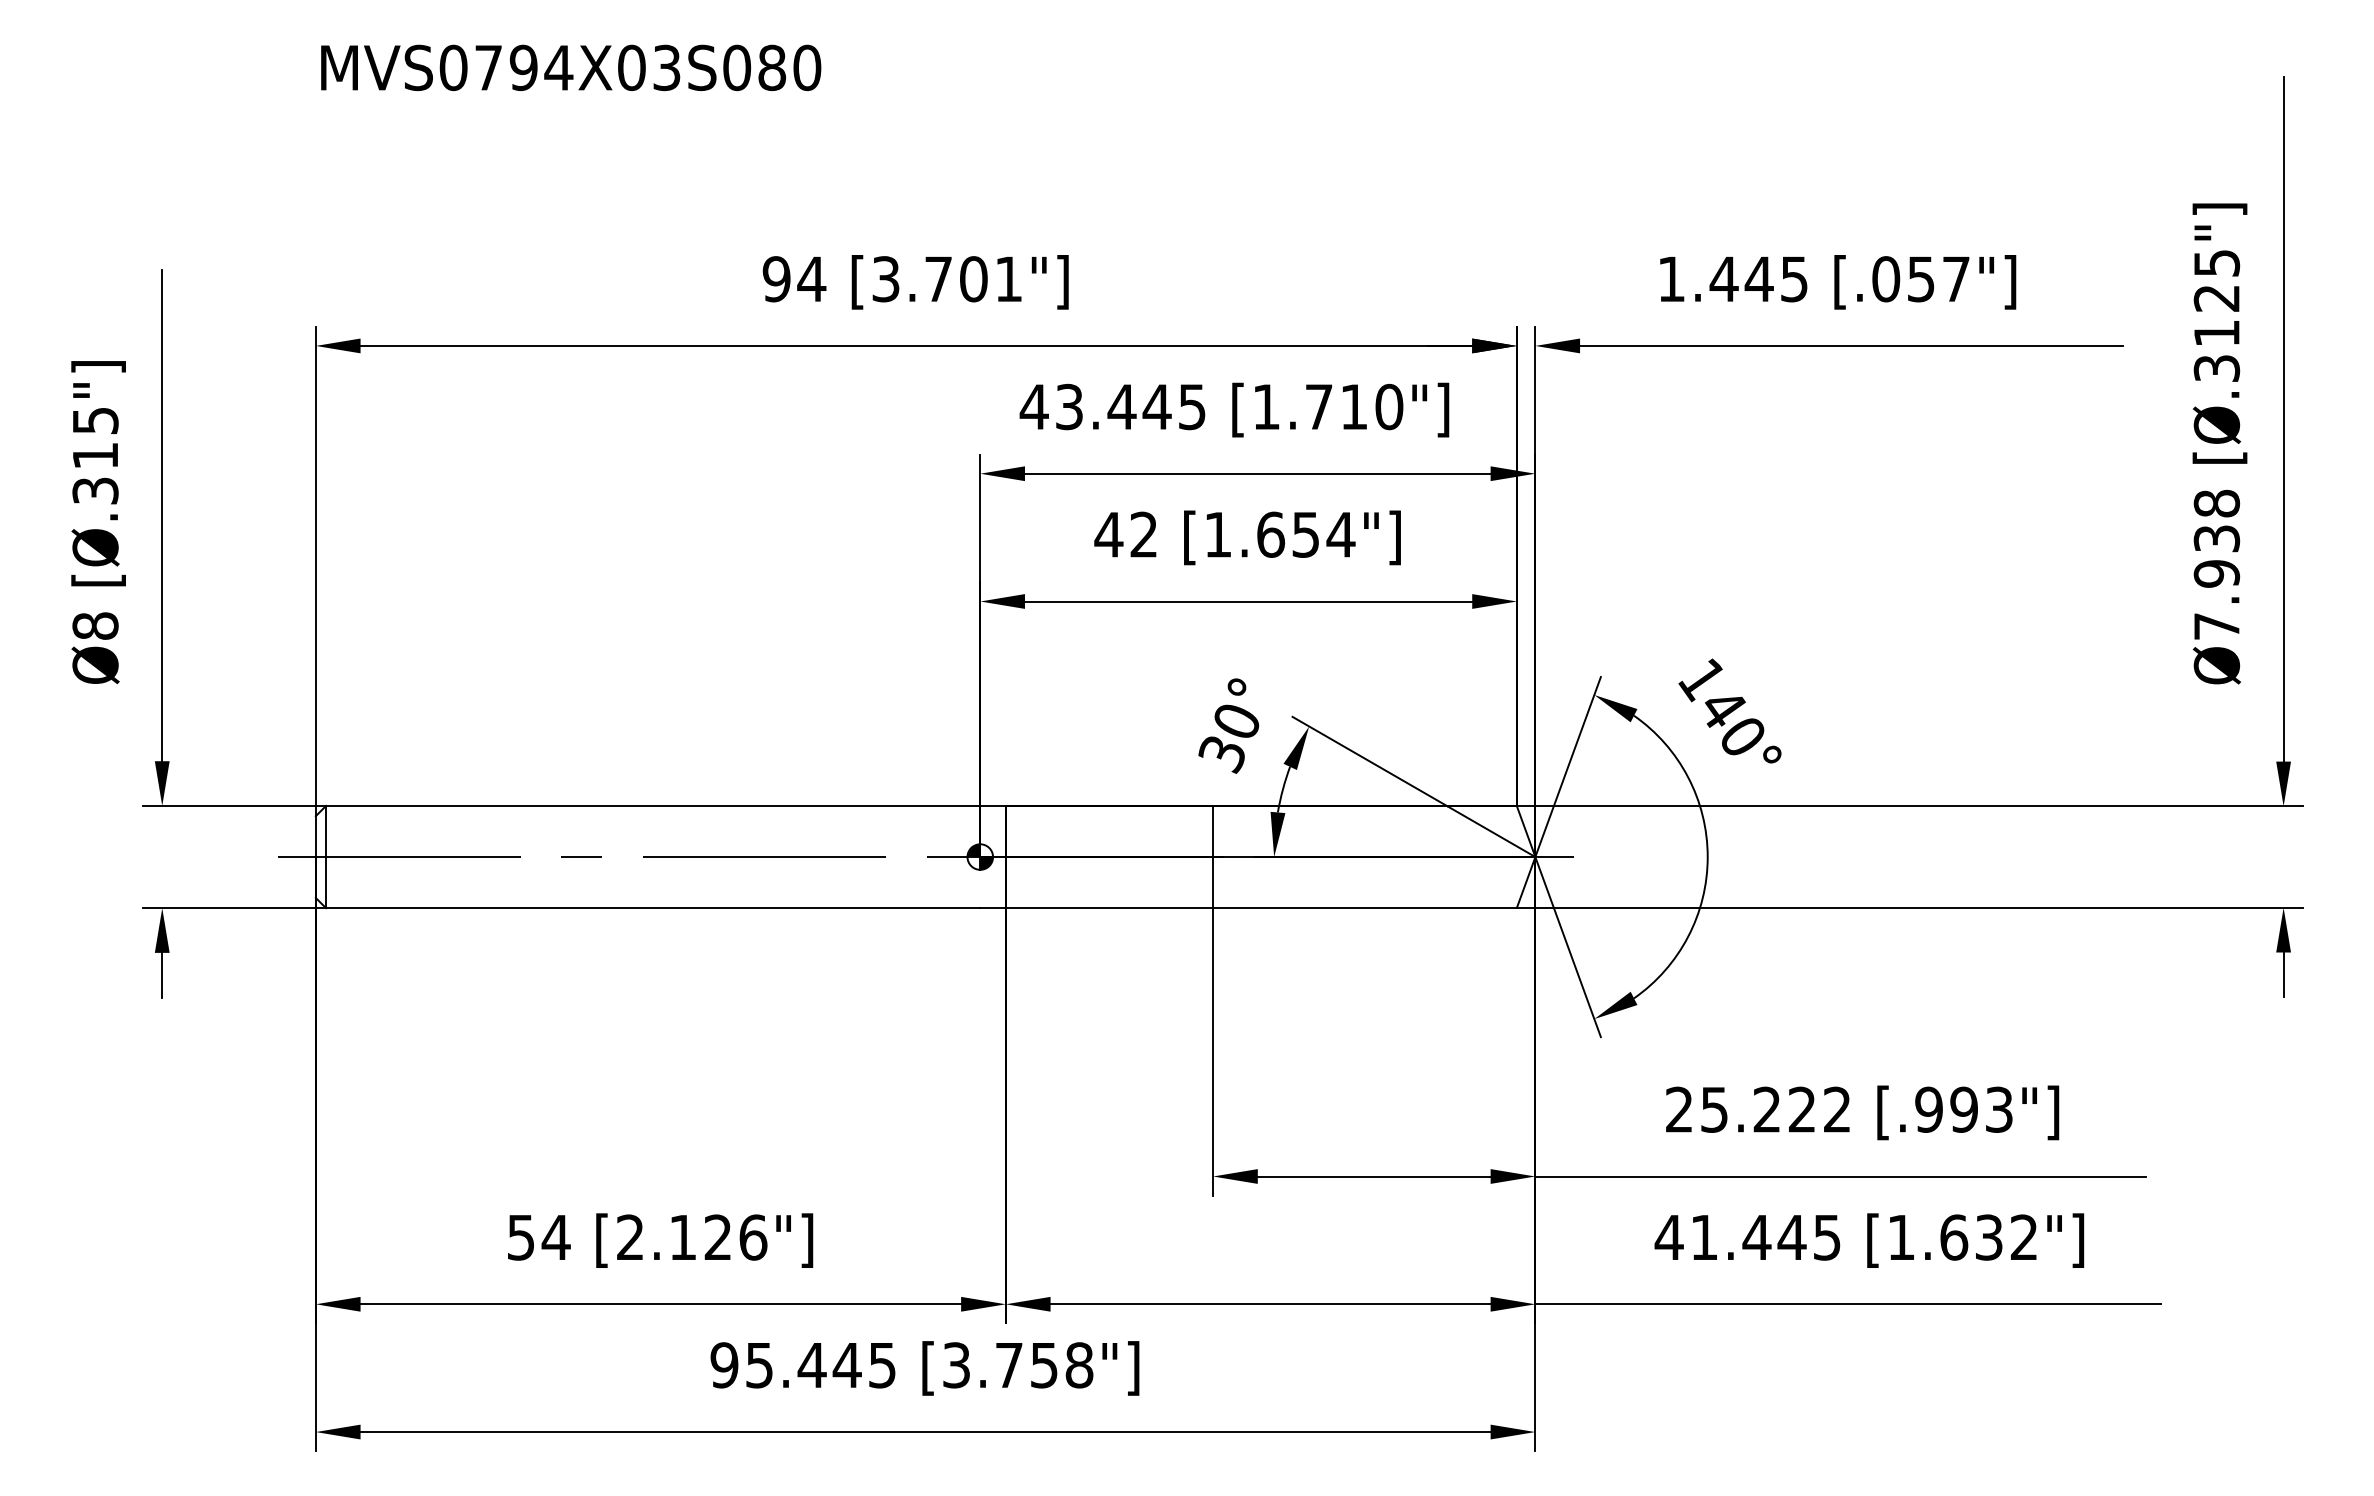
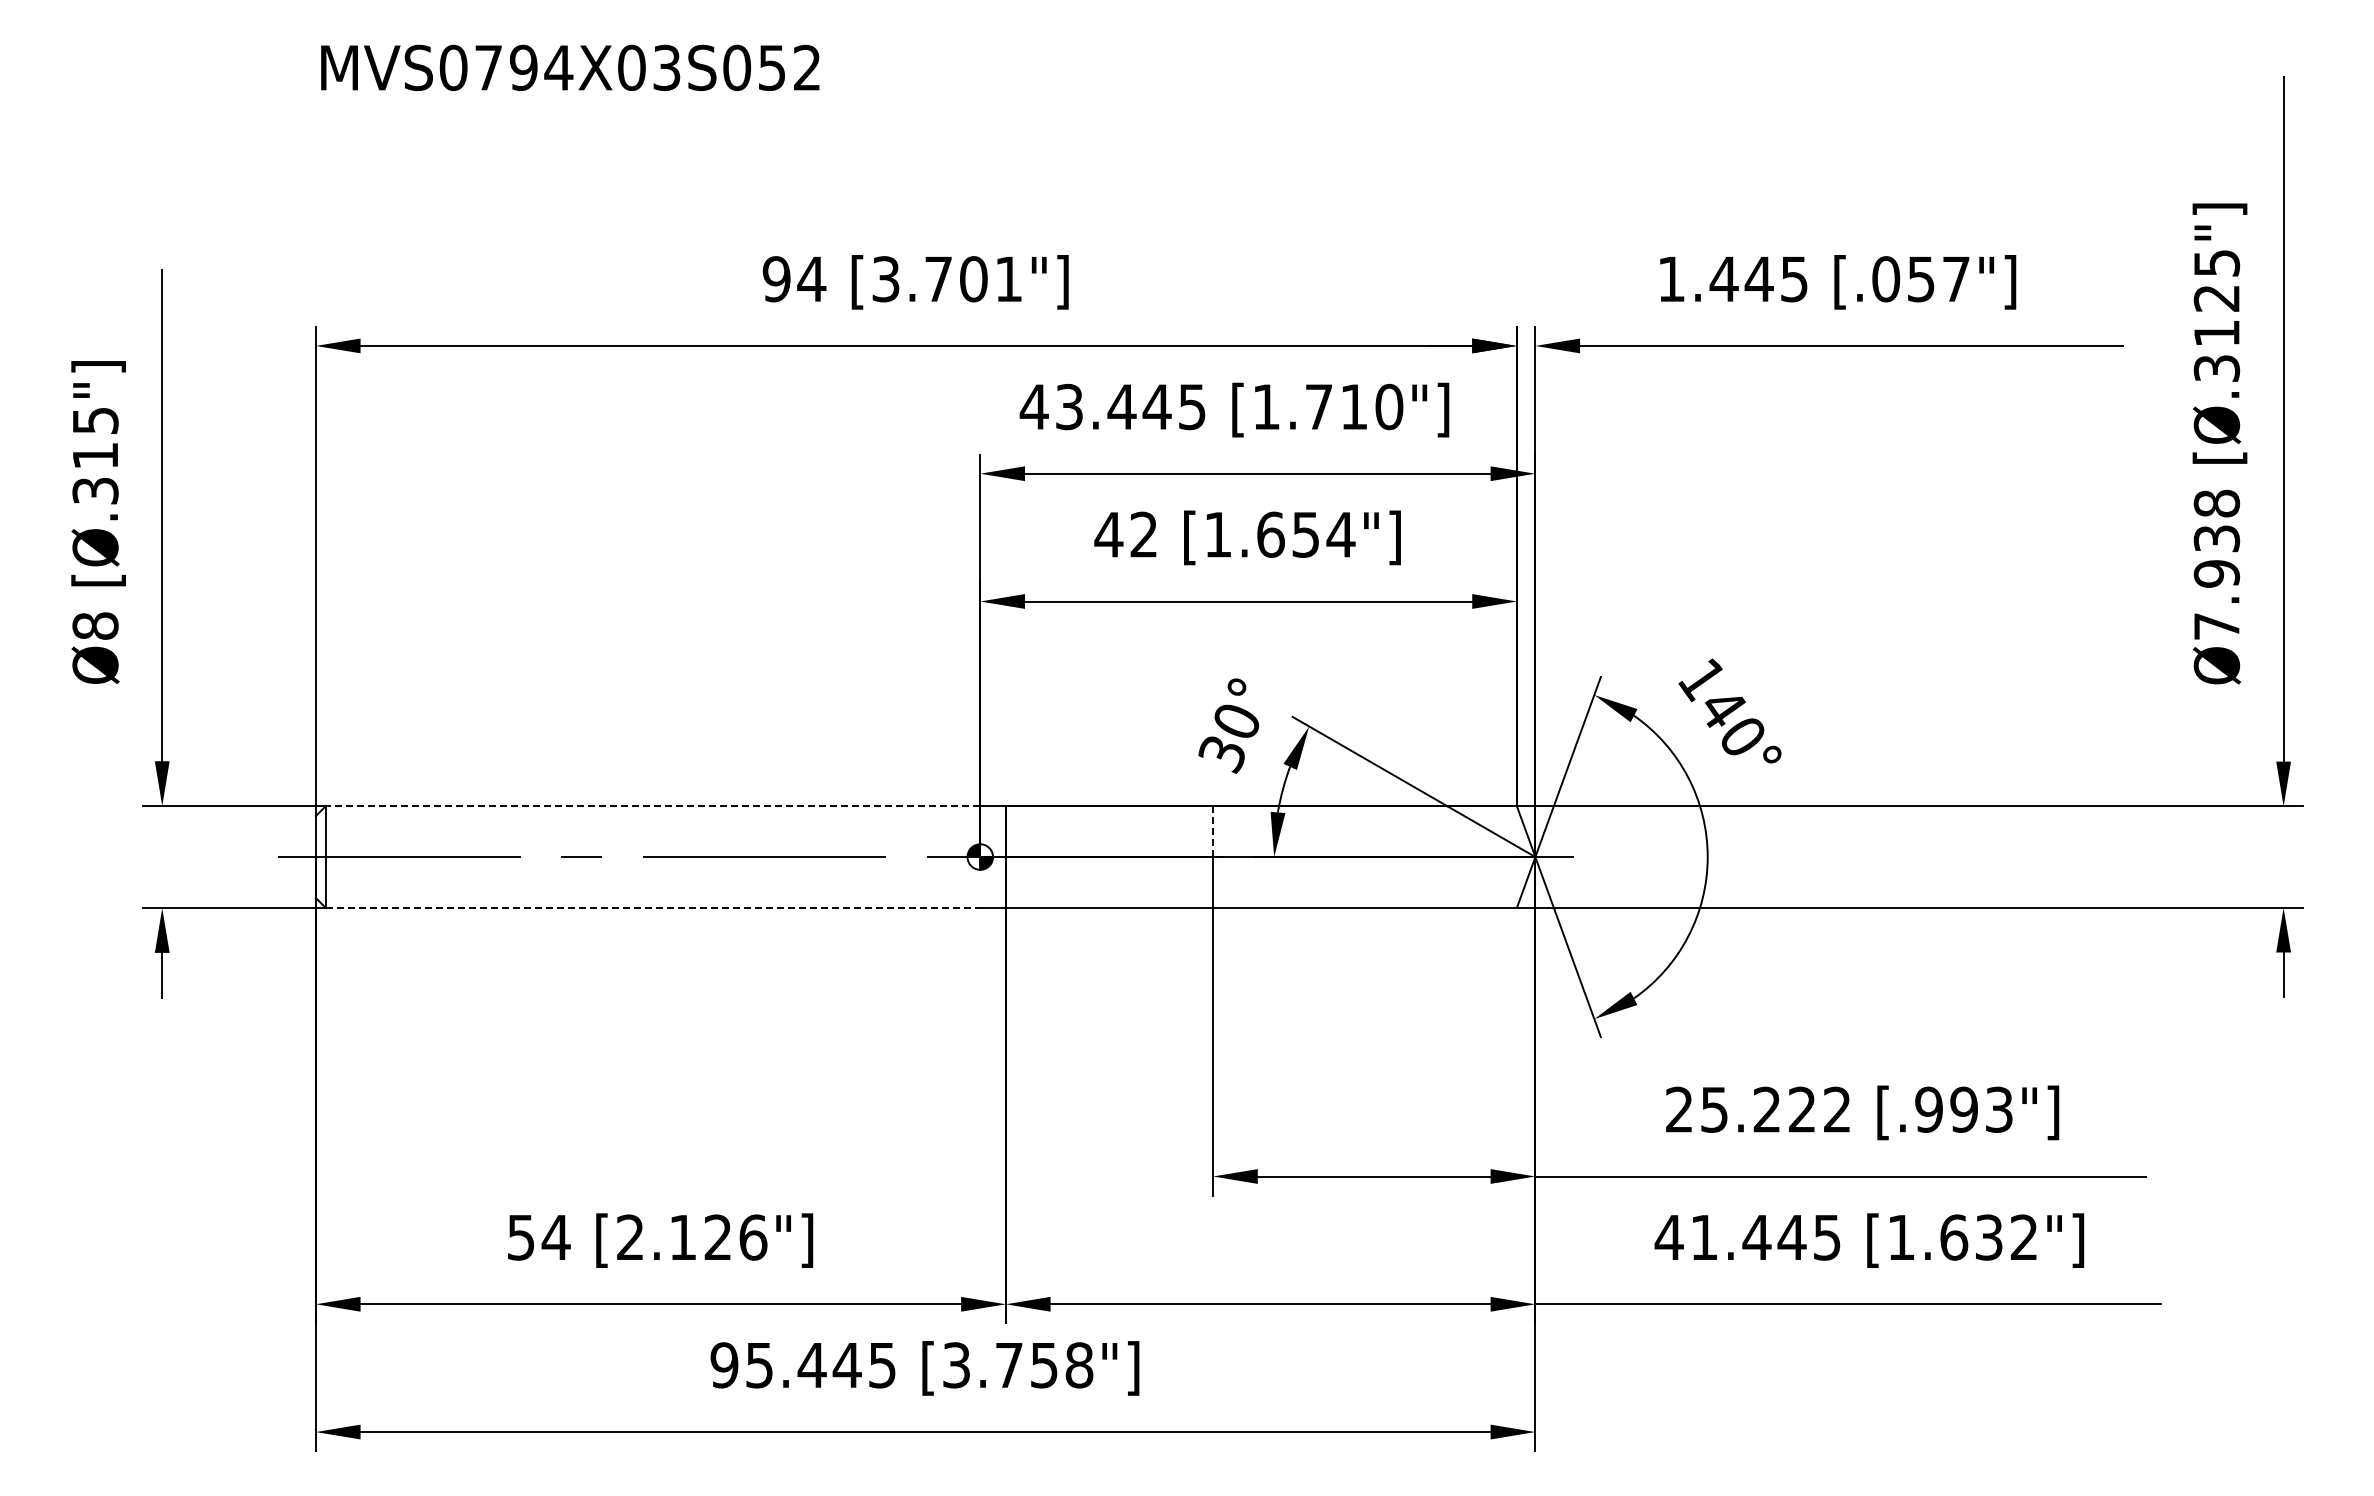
text at (789, 67): MVS0794X03S080 -> MVS0794X03S052
line at (652, 805): solid -> dashed
line at (1213, 832): solid -> dashed
line at (653, 908): solid -> dashed
